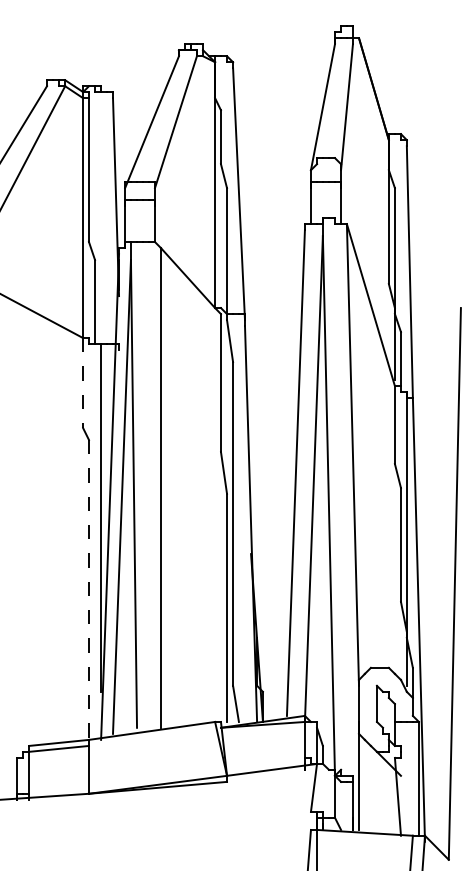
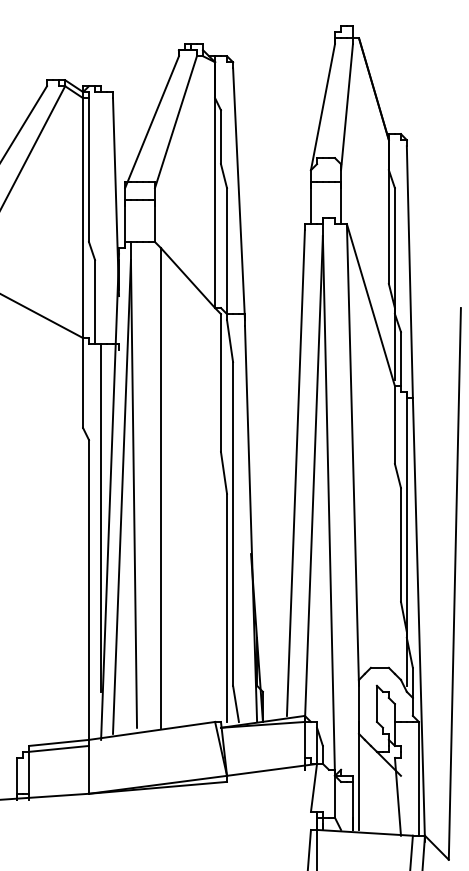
line at (83, 383): dashed -> solid
line at (88, 589): dashed -> solid
